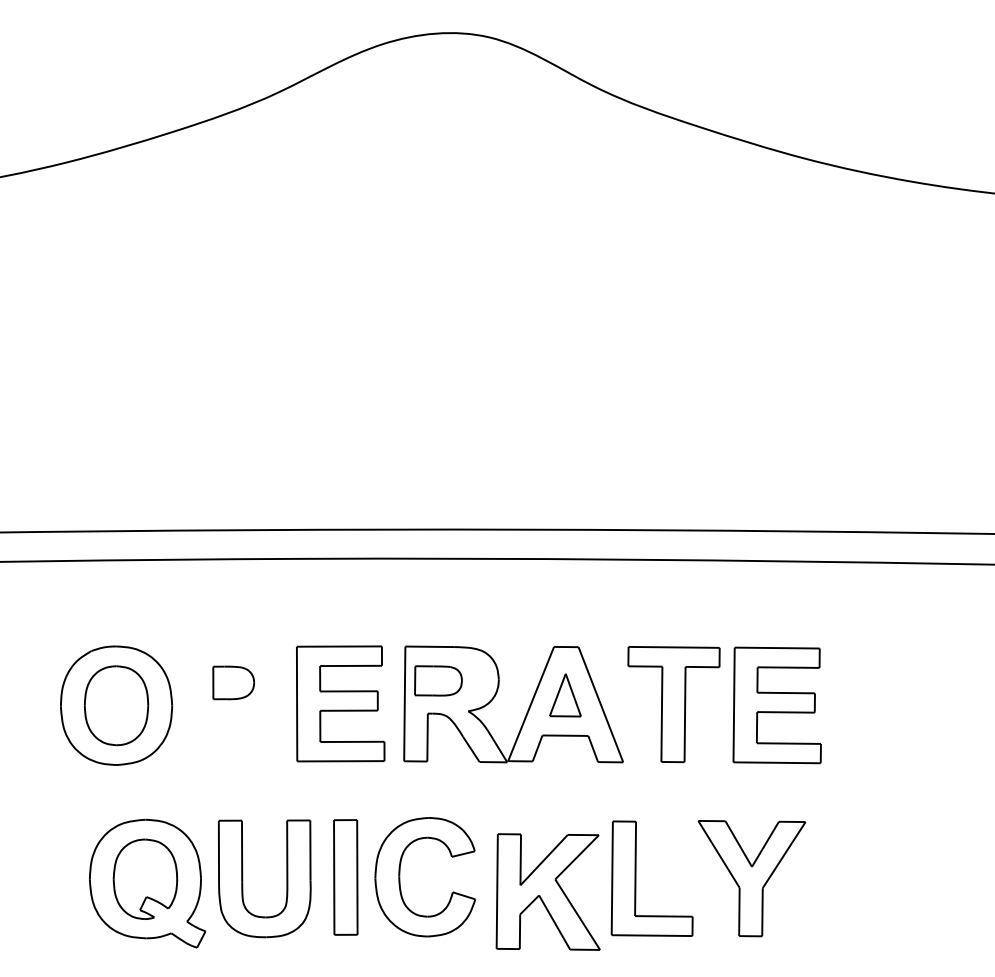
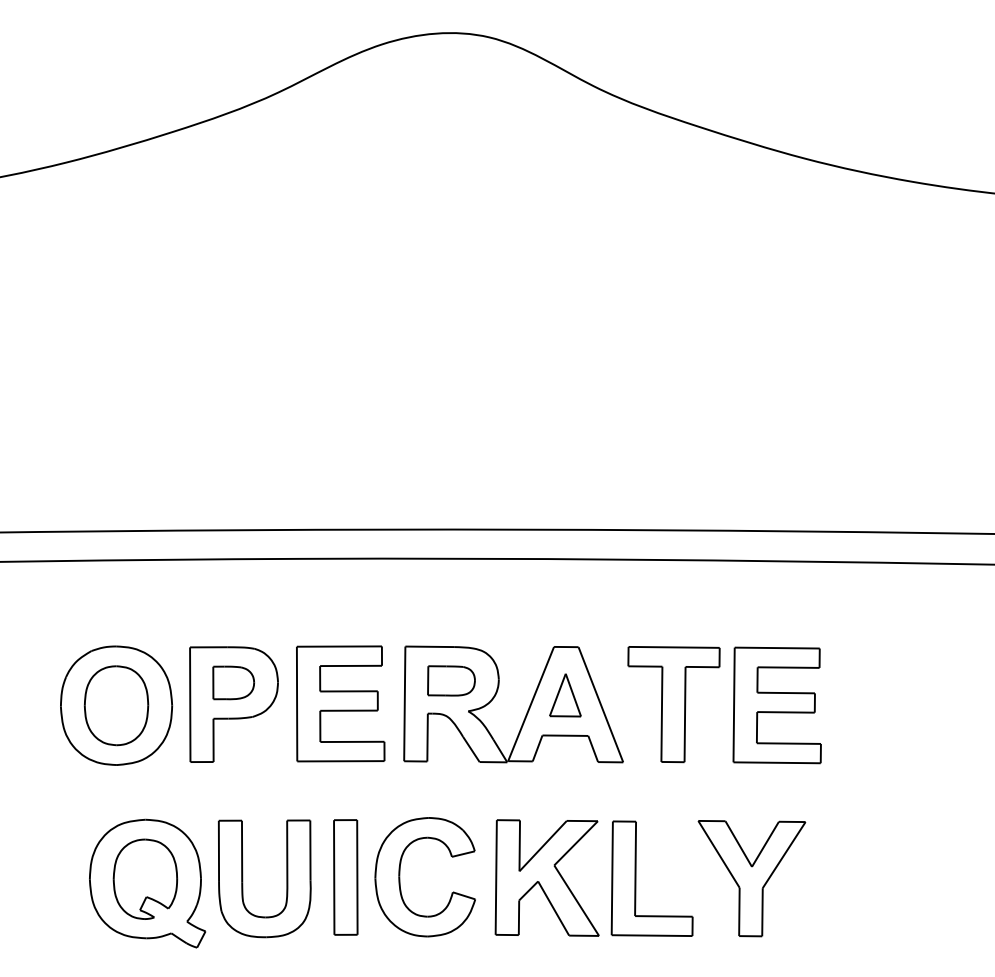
part at (438, 680) position: (438, 680) -> (451, 680)
part at (233, 704): none -> present
part at (547, 891) position: (547, 891) -> (546, 877)
